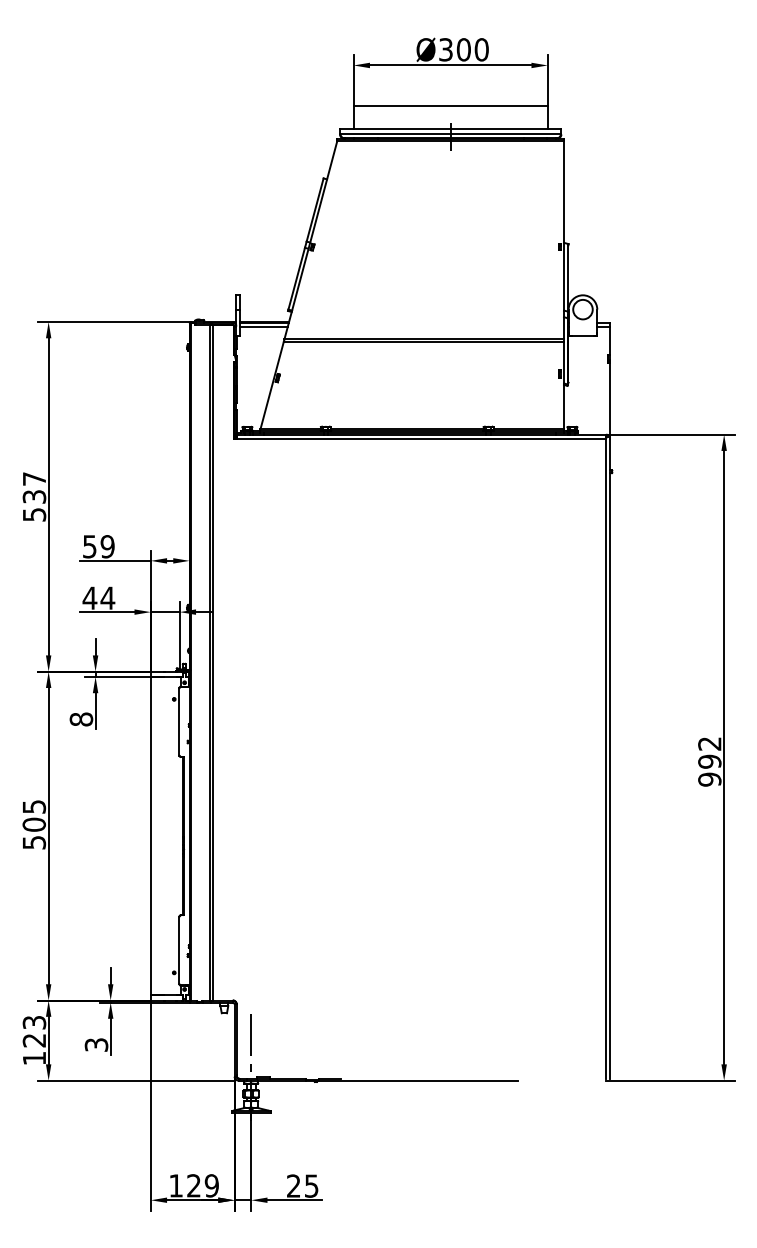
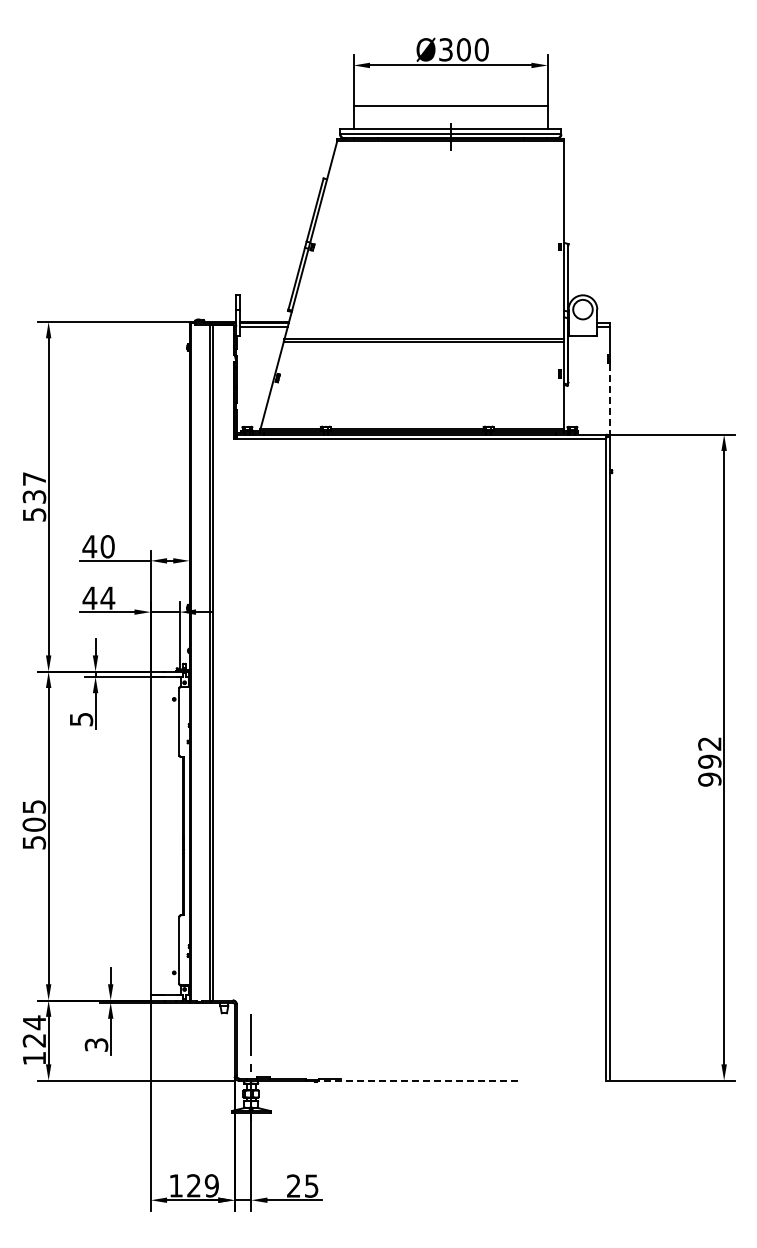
line at (610, 399): solid -> dashed
text at (98, 546): 59 -> 40
text at (81, 719): 8 -> 5
text at (34, 1022): 123 -> 124
line at (417, 1080): solid -> dashed
